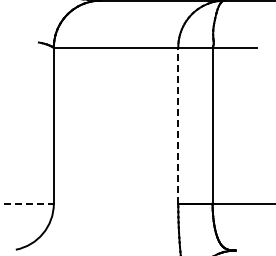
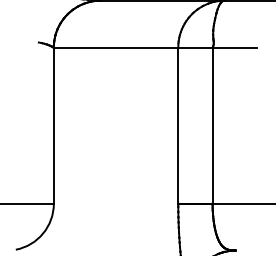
line at (178, 125): dashed -> solid
line at (26, 203): dashed -> solid
